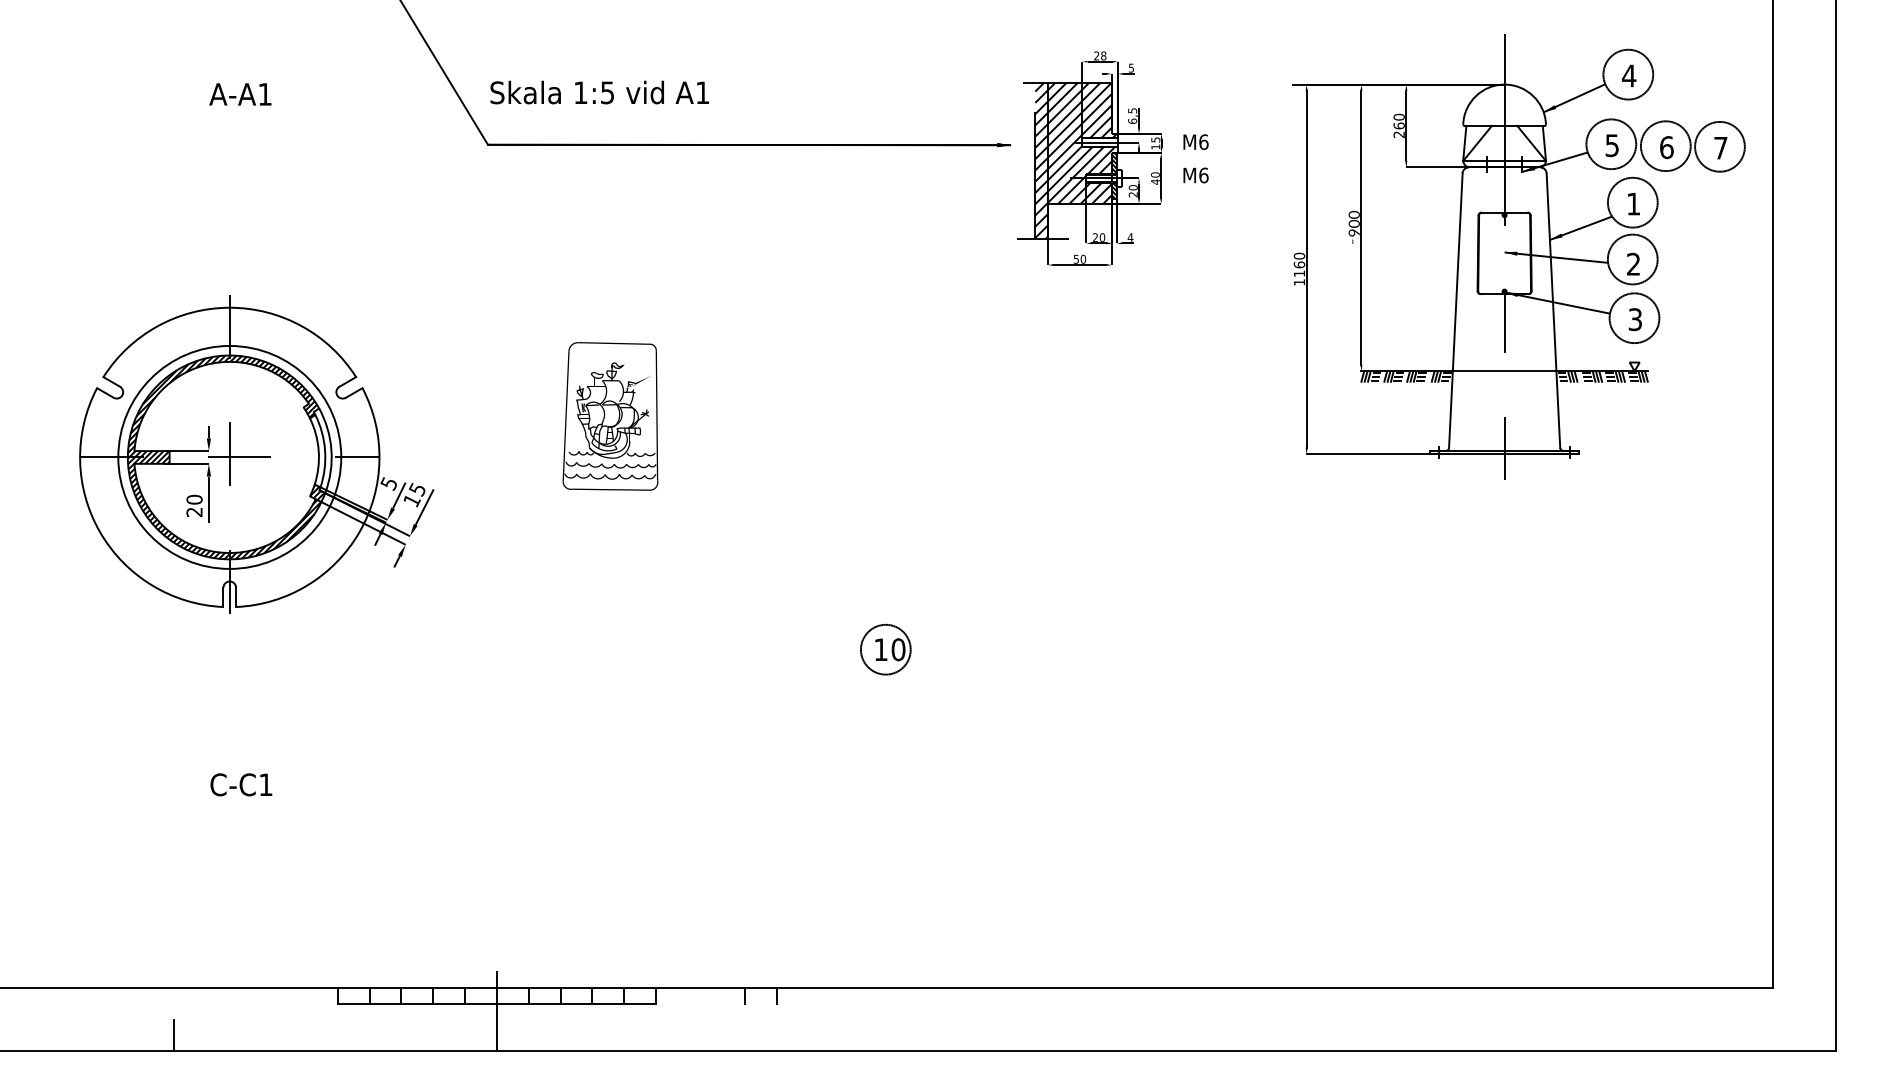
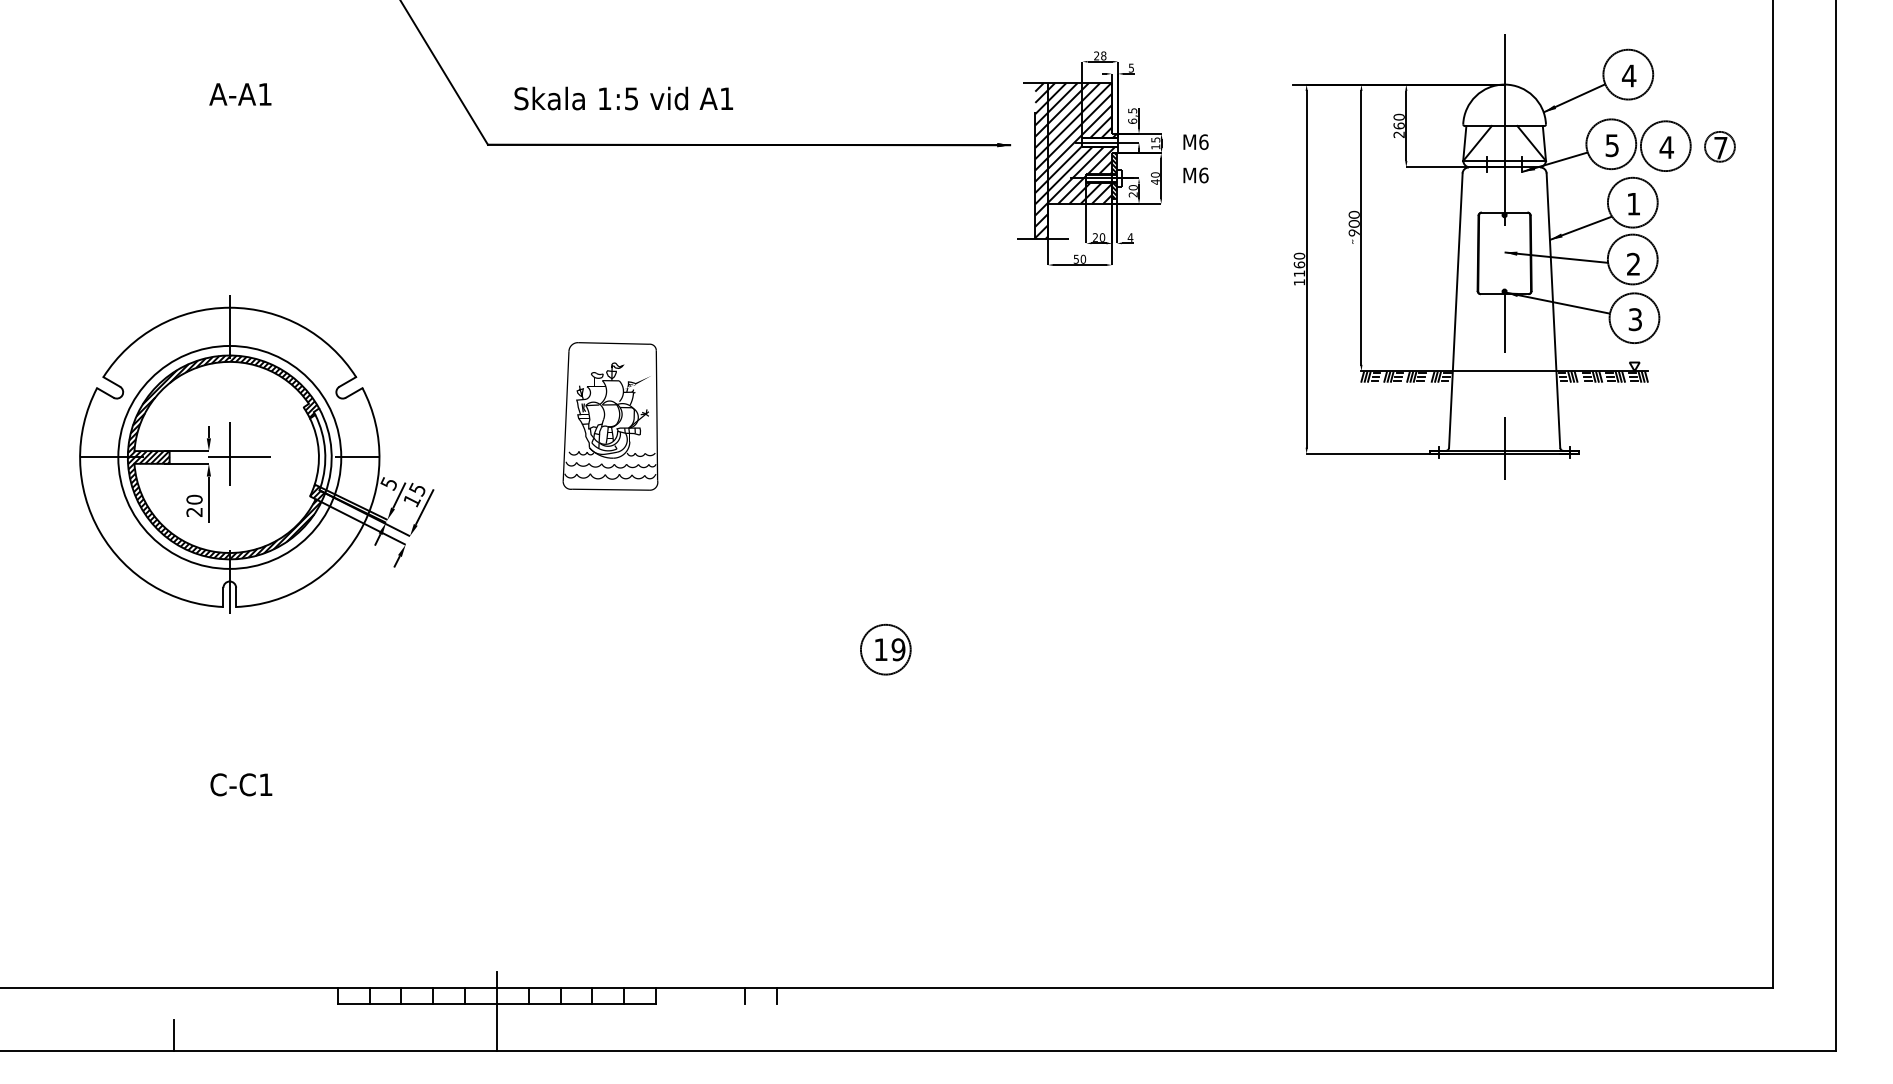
text at (599, 92) position: (599, 92) -> (623, 98)
circle at (1719, 146) diameter: 50 px -> 30 px
text at (1666, 147): 6 -> 4
text at (898, 649): 10 -> 19
